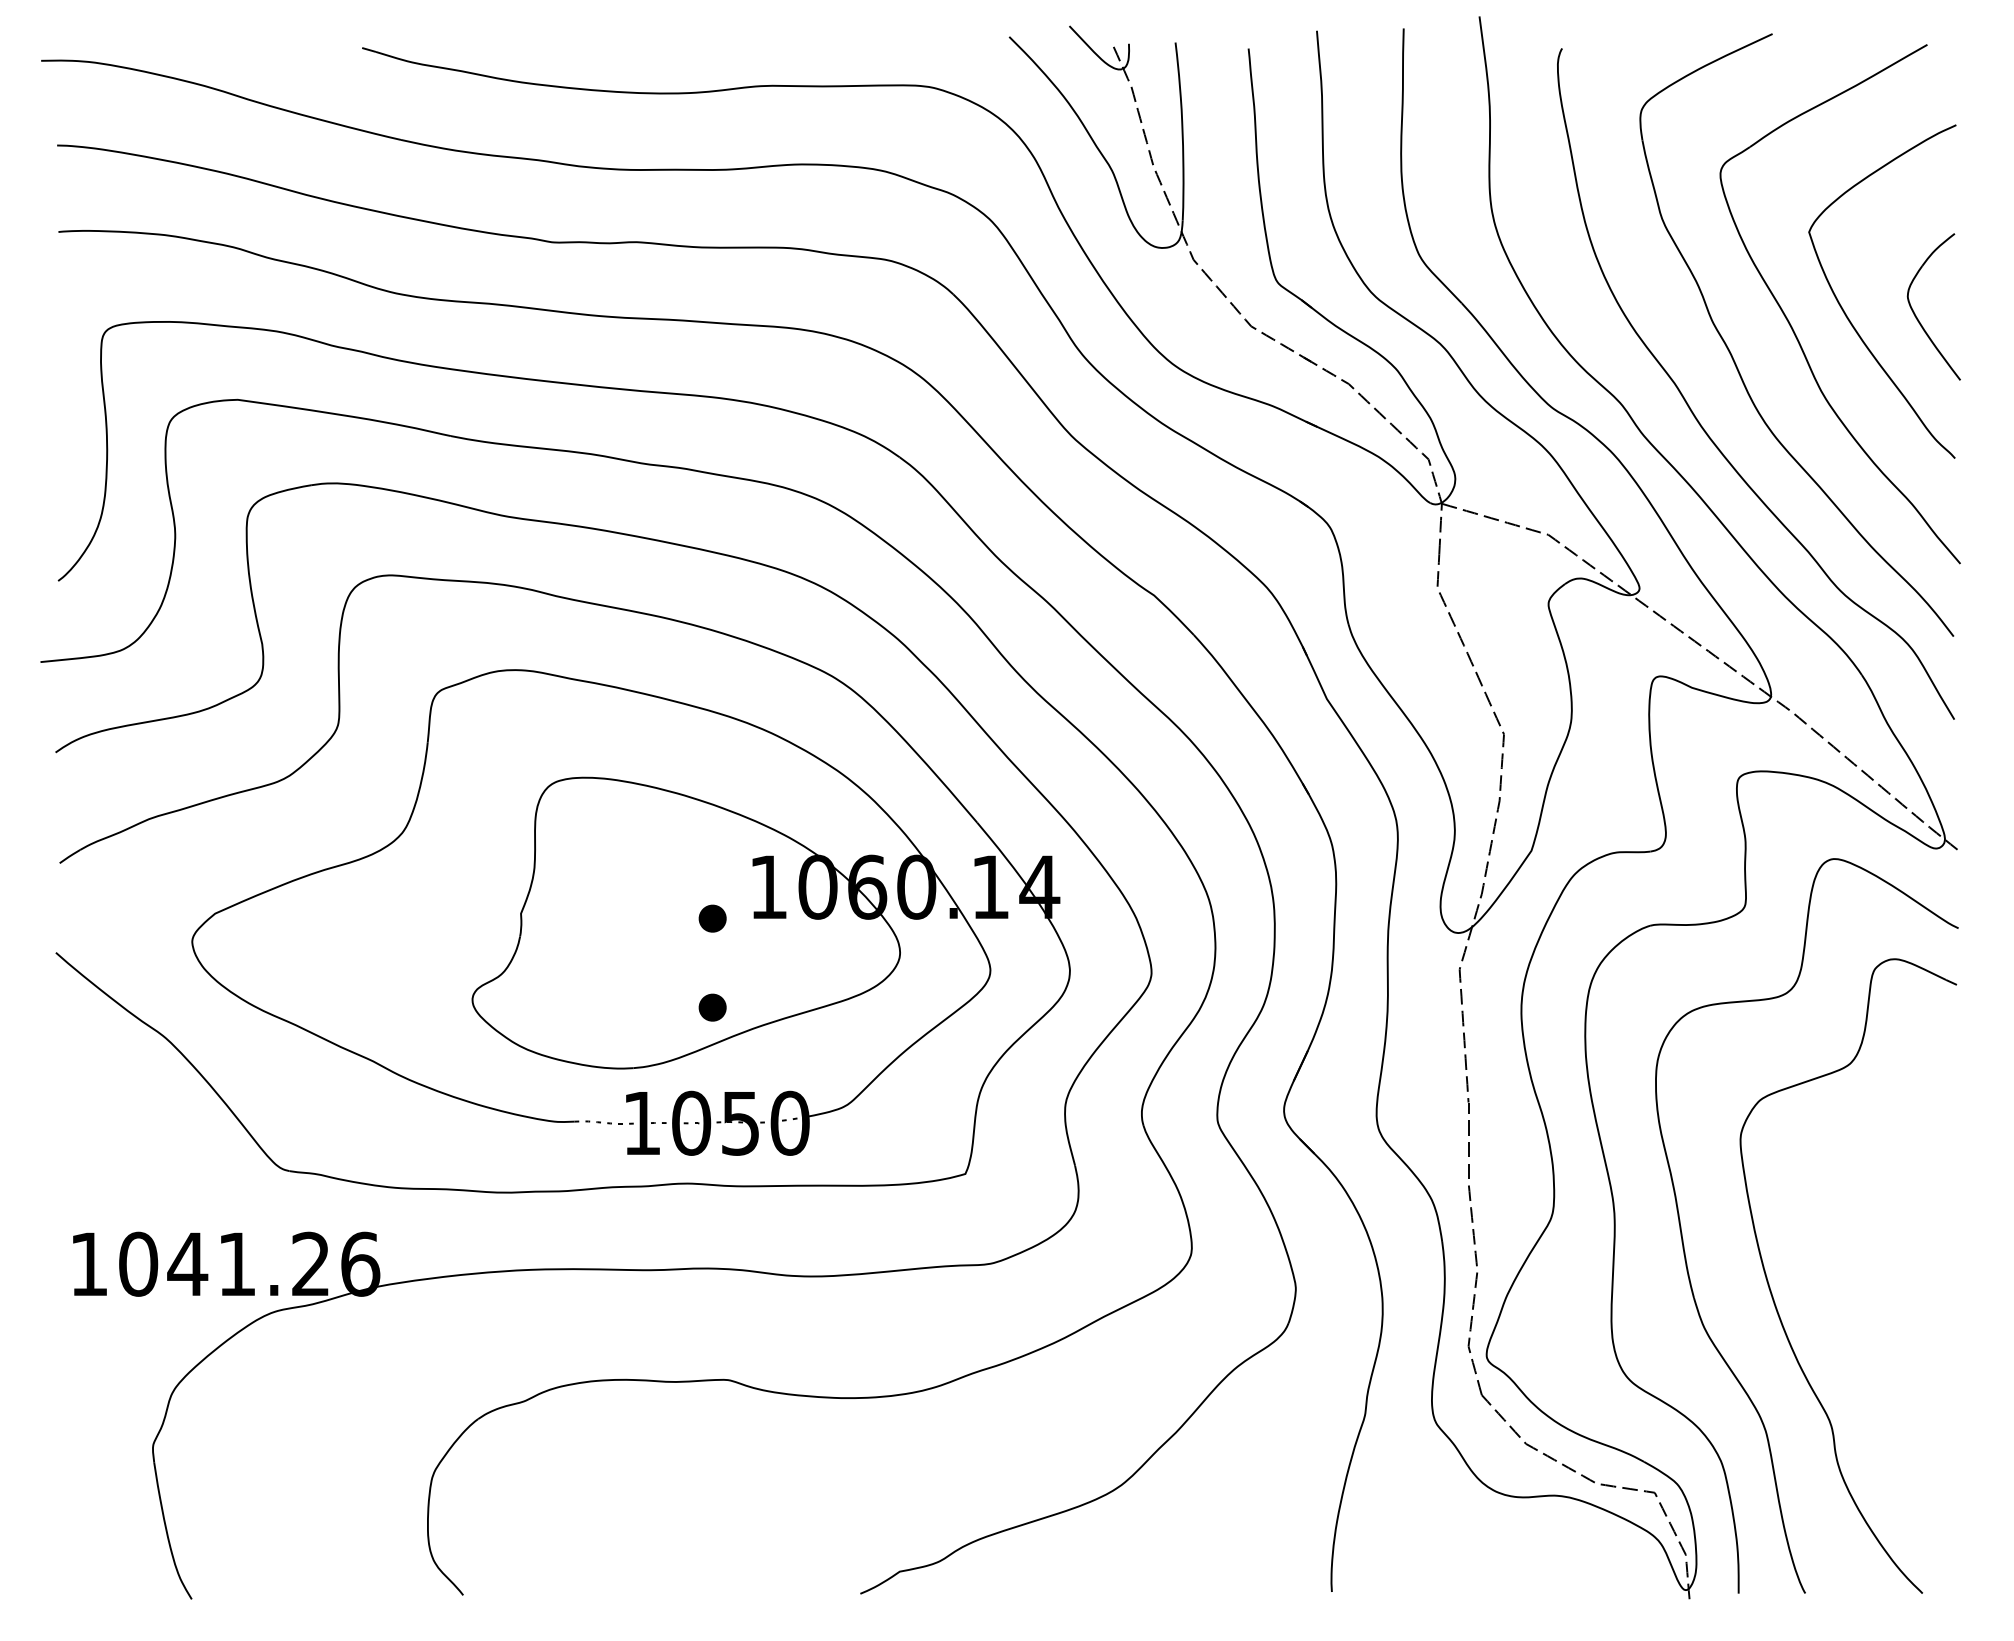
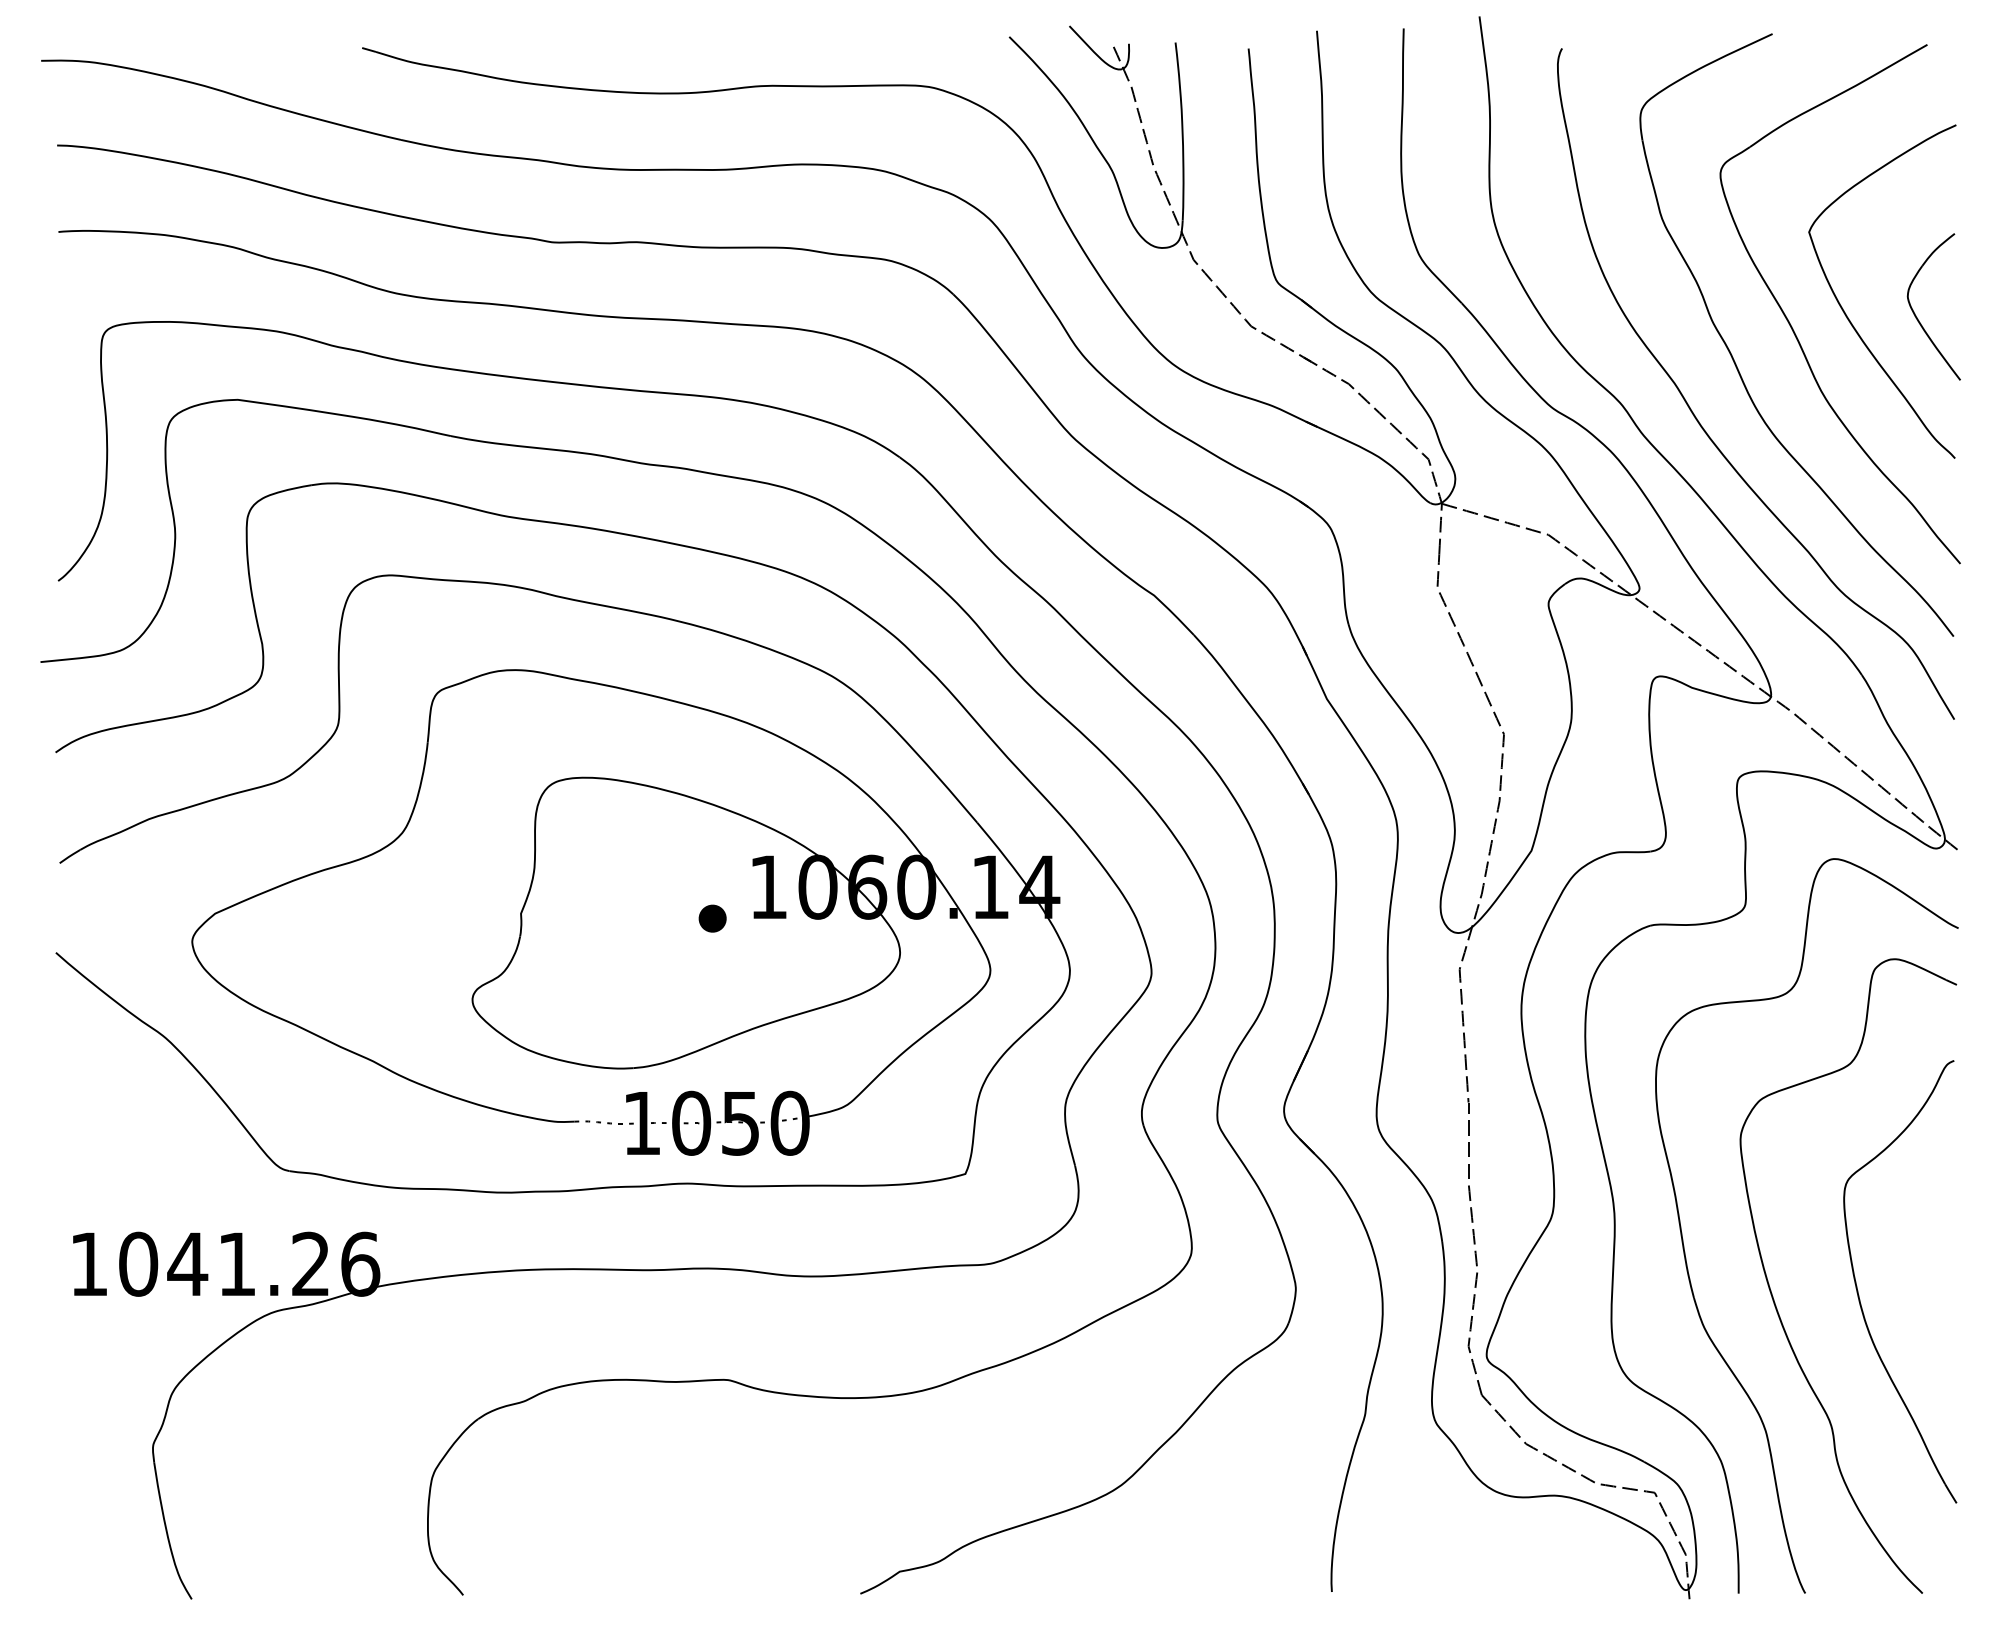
part at (712, 1007): present -> none
part at (1858, 1290): none -> present
